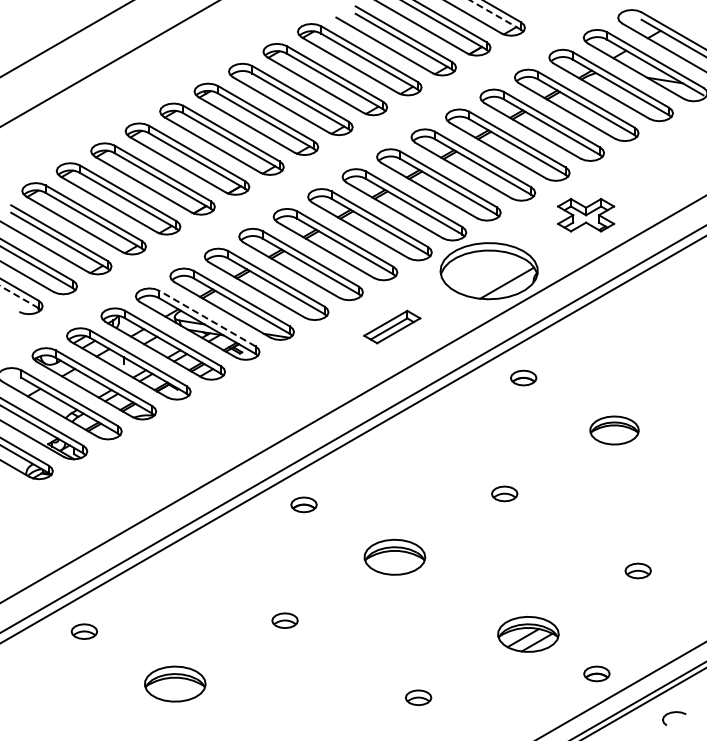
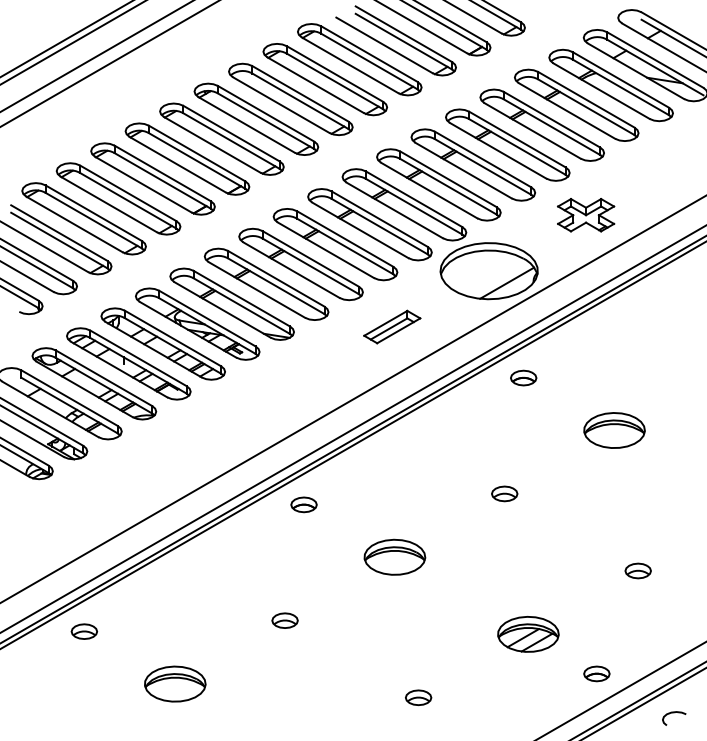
line at (495, 14): dashed -> solid
line at (72, 42): none -> present
line at (96, 56): none -> present
line at (19, 297): dashed -> solid
line at (207, 318): dashed -> solid
part at (614, 430) size: 51x31 px -> 63x37 px
line at (352, 445): none -> present
